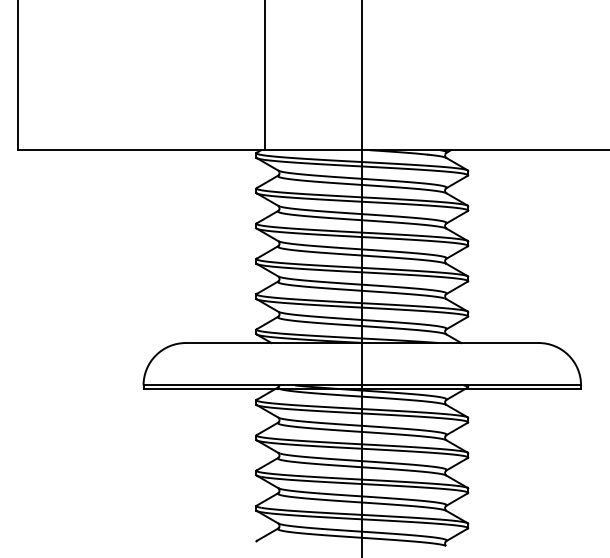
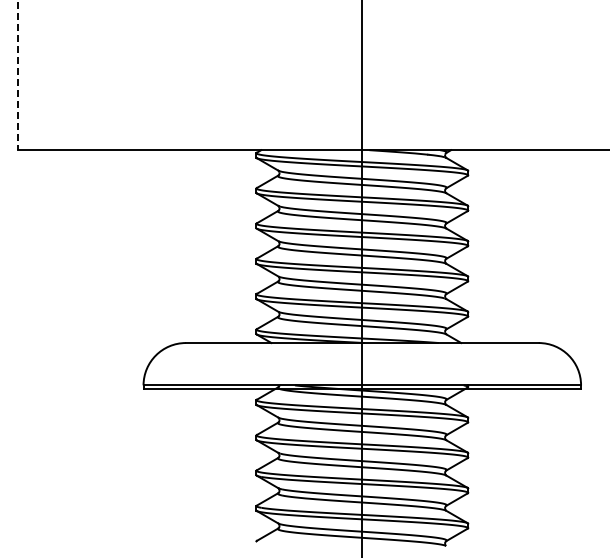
line at (18, 75): solid -> dashed
line at (265, 76): present -> none
